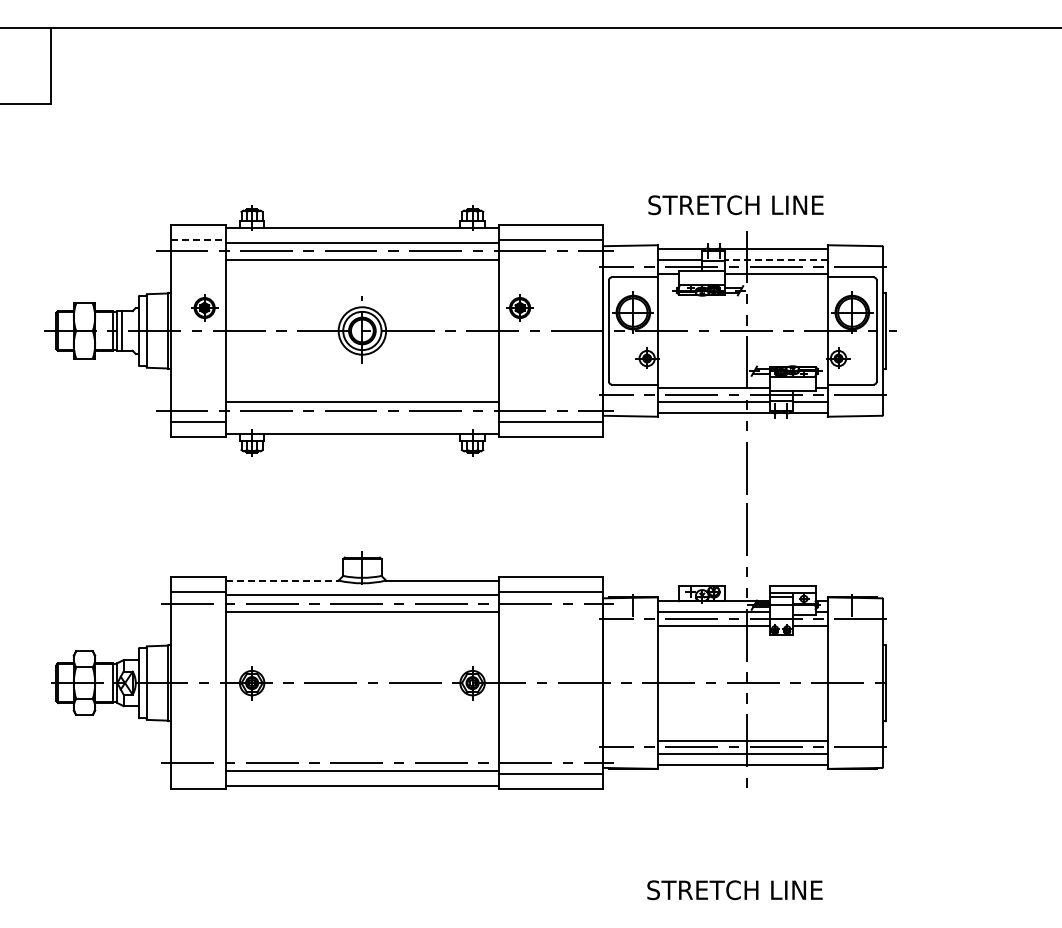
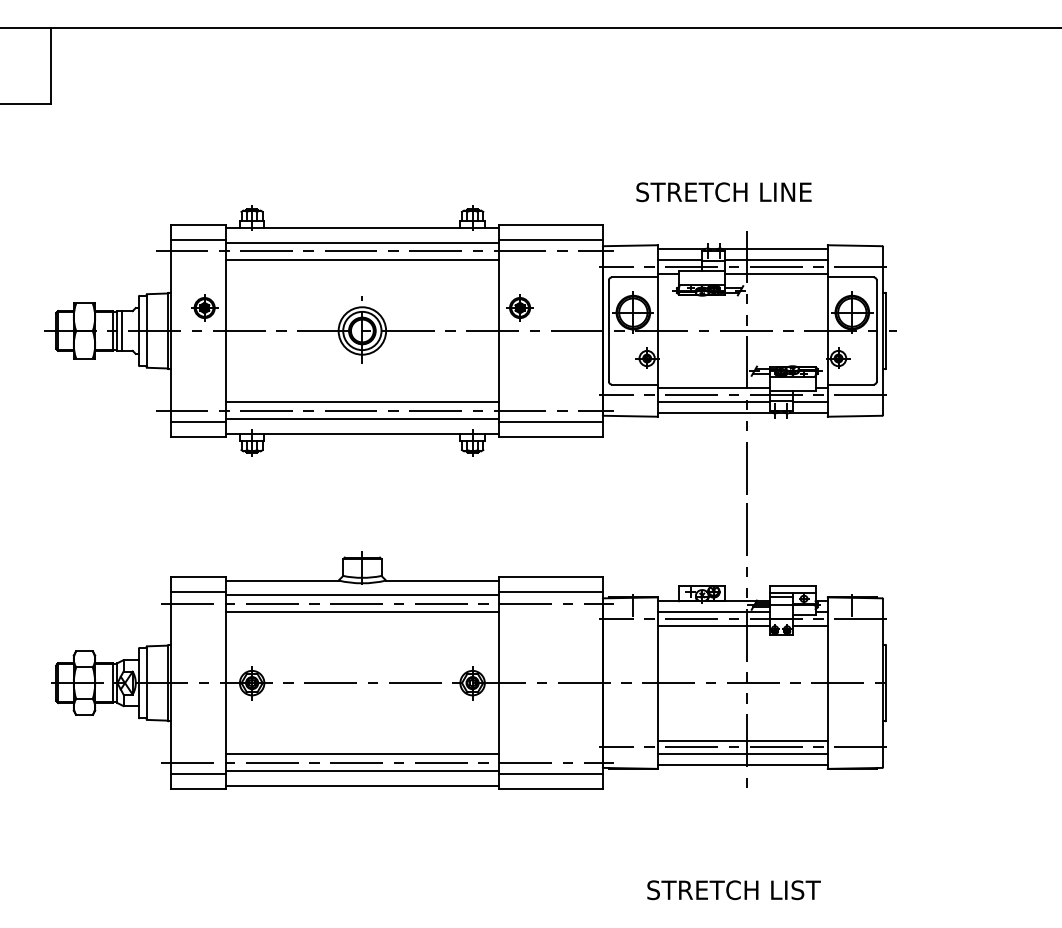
text at (735, 205) position: (735, 205) -> (723, 192)
line at (198, 240): dashed -> solid
line at (776, 259): dashed -> solid
line at (362, 419): none -> present
line at (282, 580): dashed -> solid
line at (362, 754): none -> present
line at (198, 773): none -> present
text at (806, 890): STRETCH LINE -> STRETCH LIST
